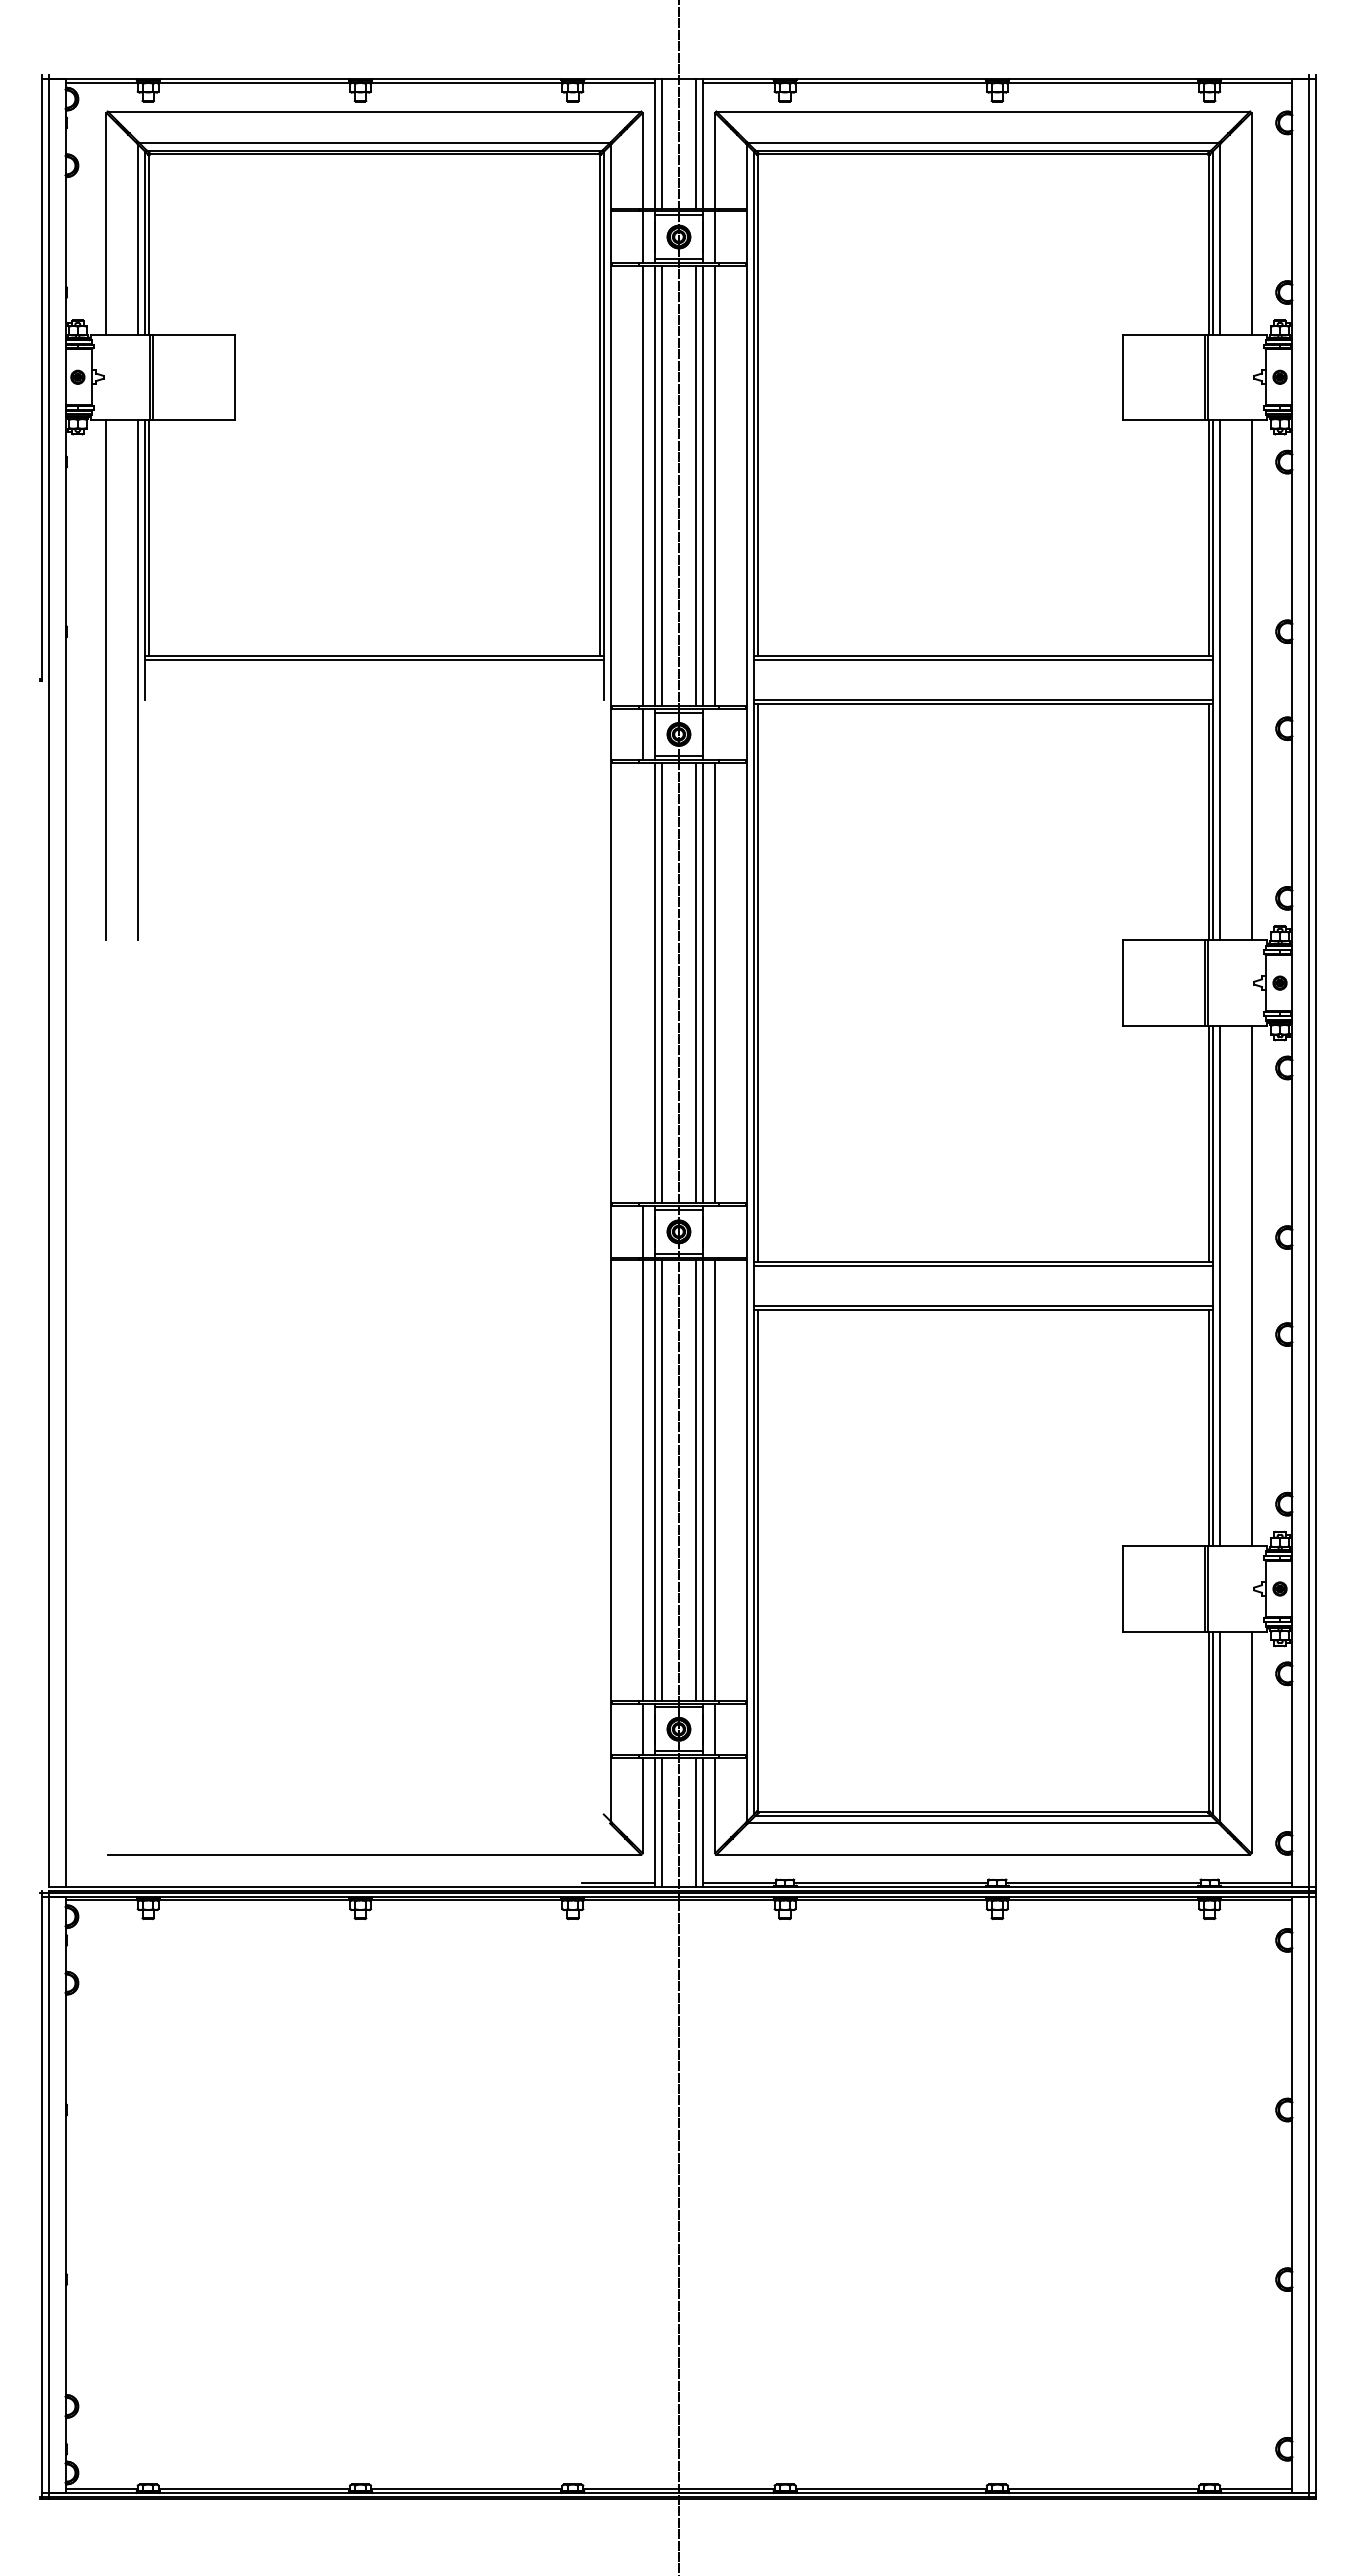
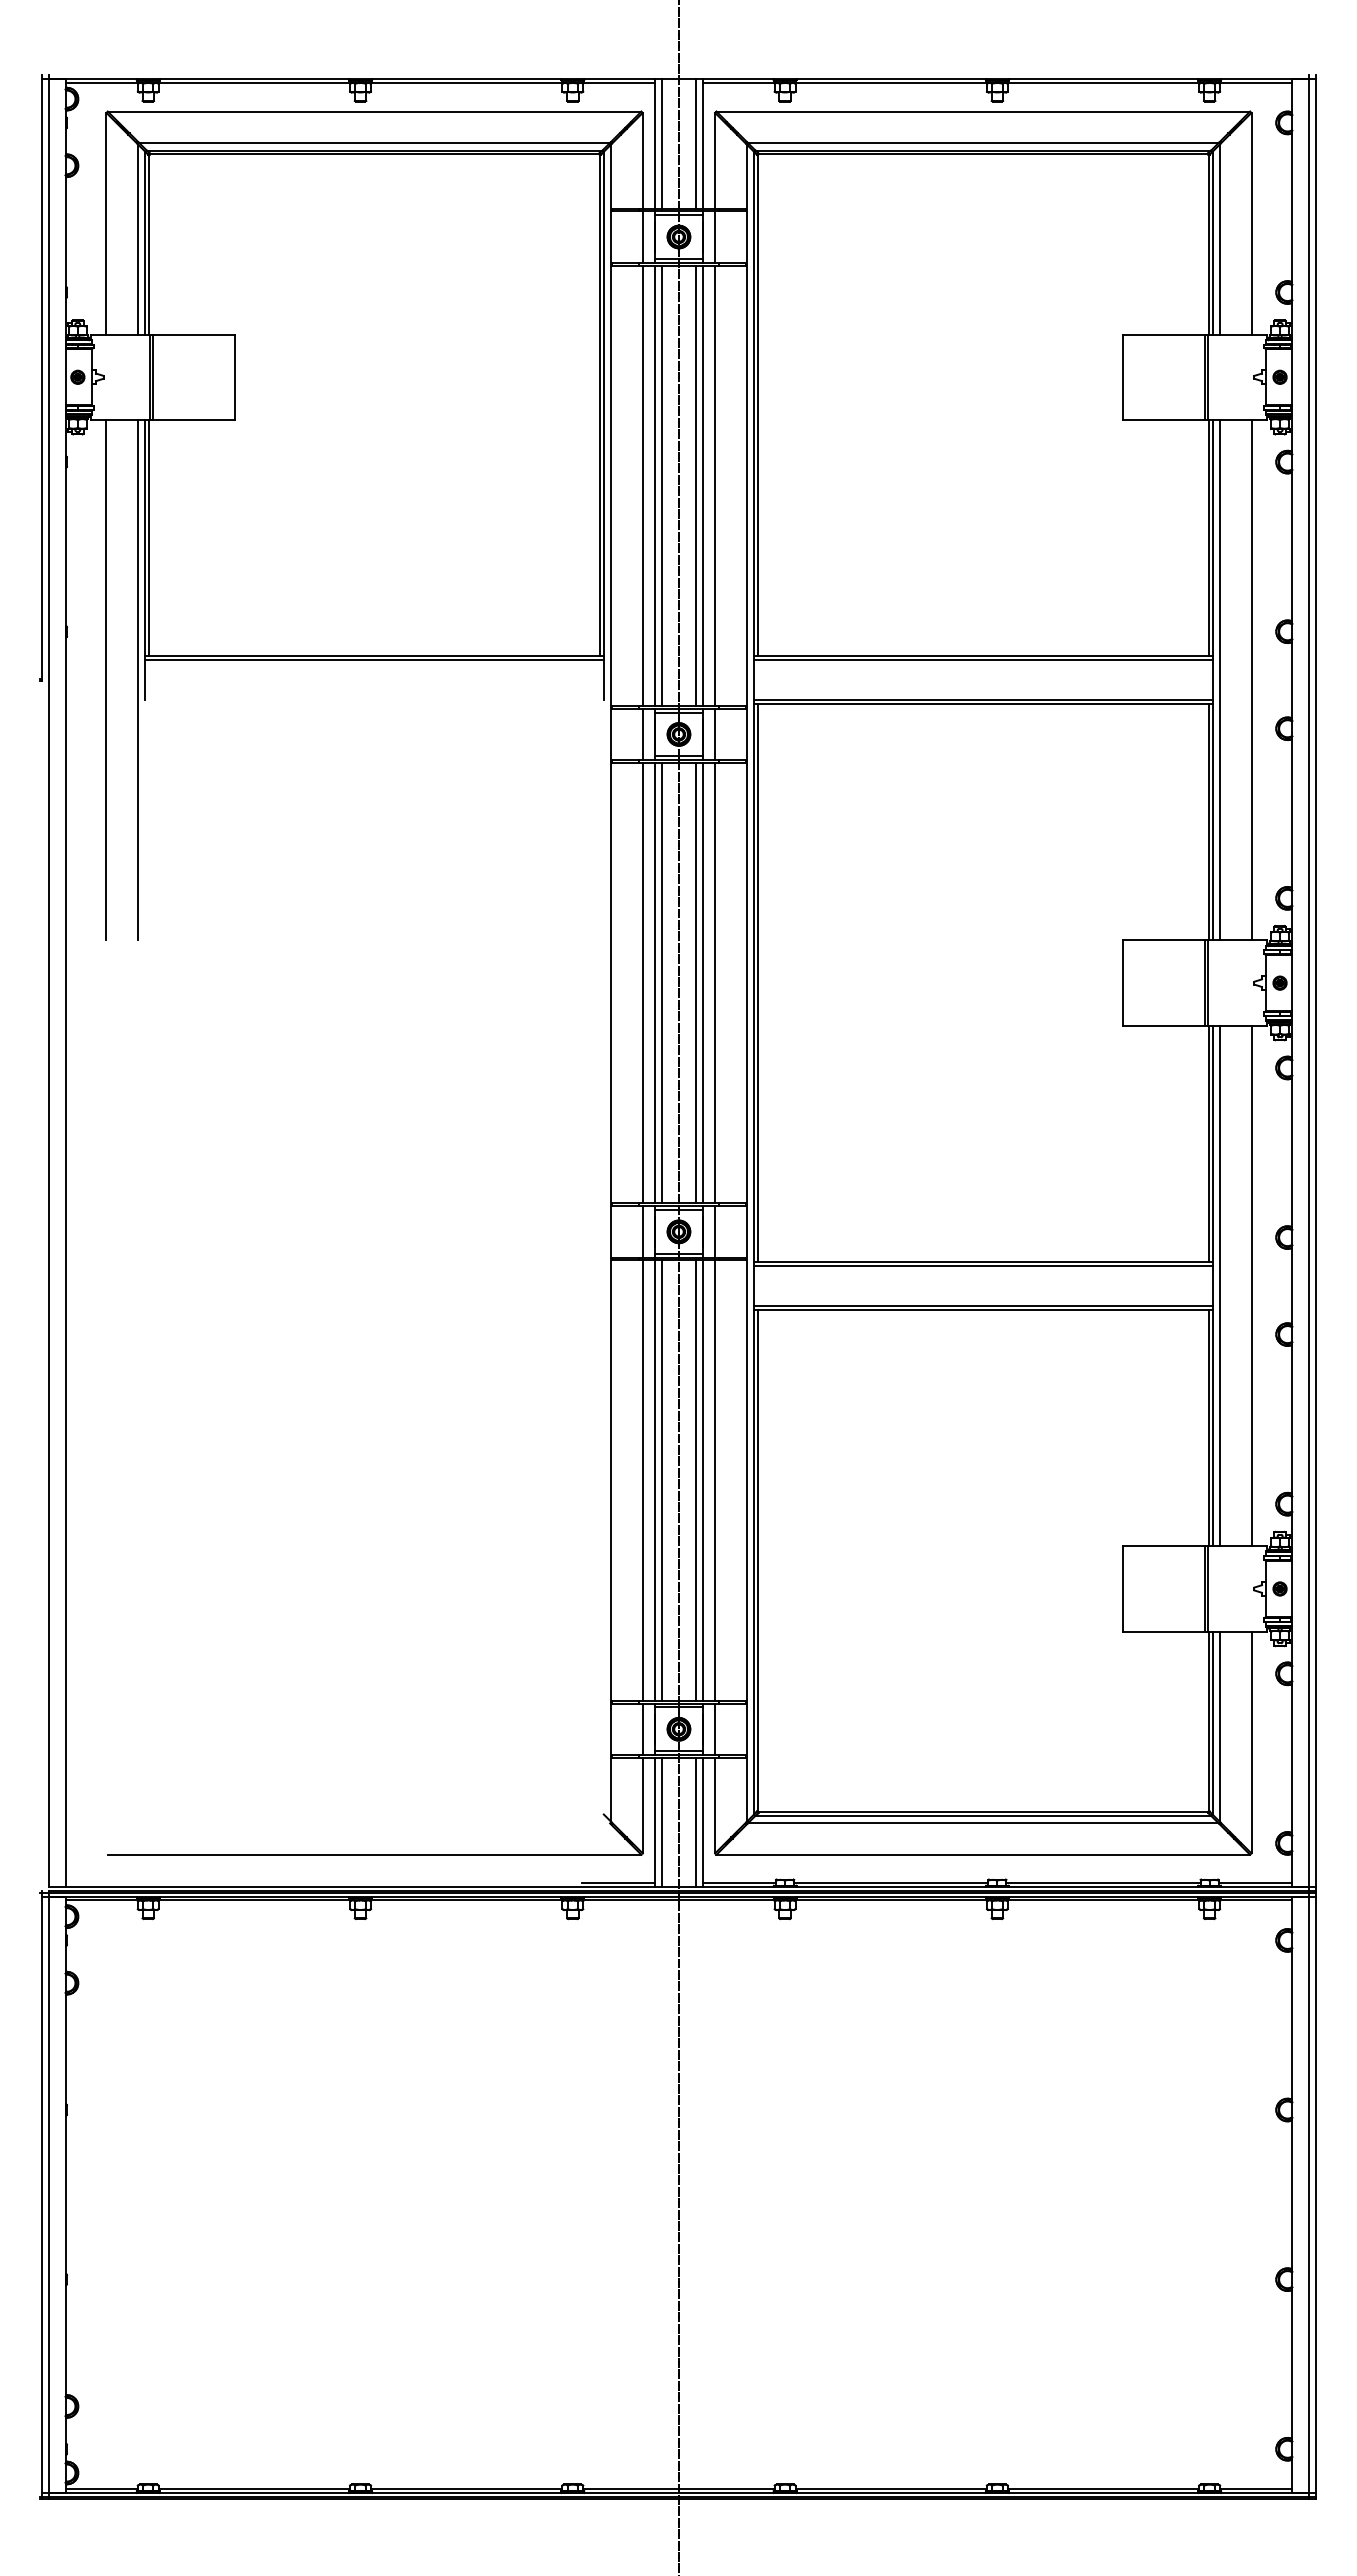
line at (715, 734): none -> present
line at (642, 983): none -> present
line at (715, 1231): none -> present
